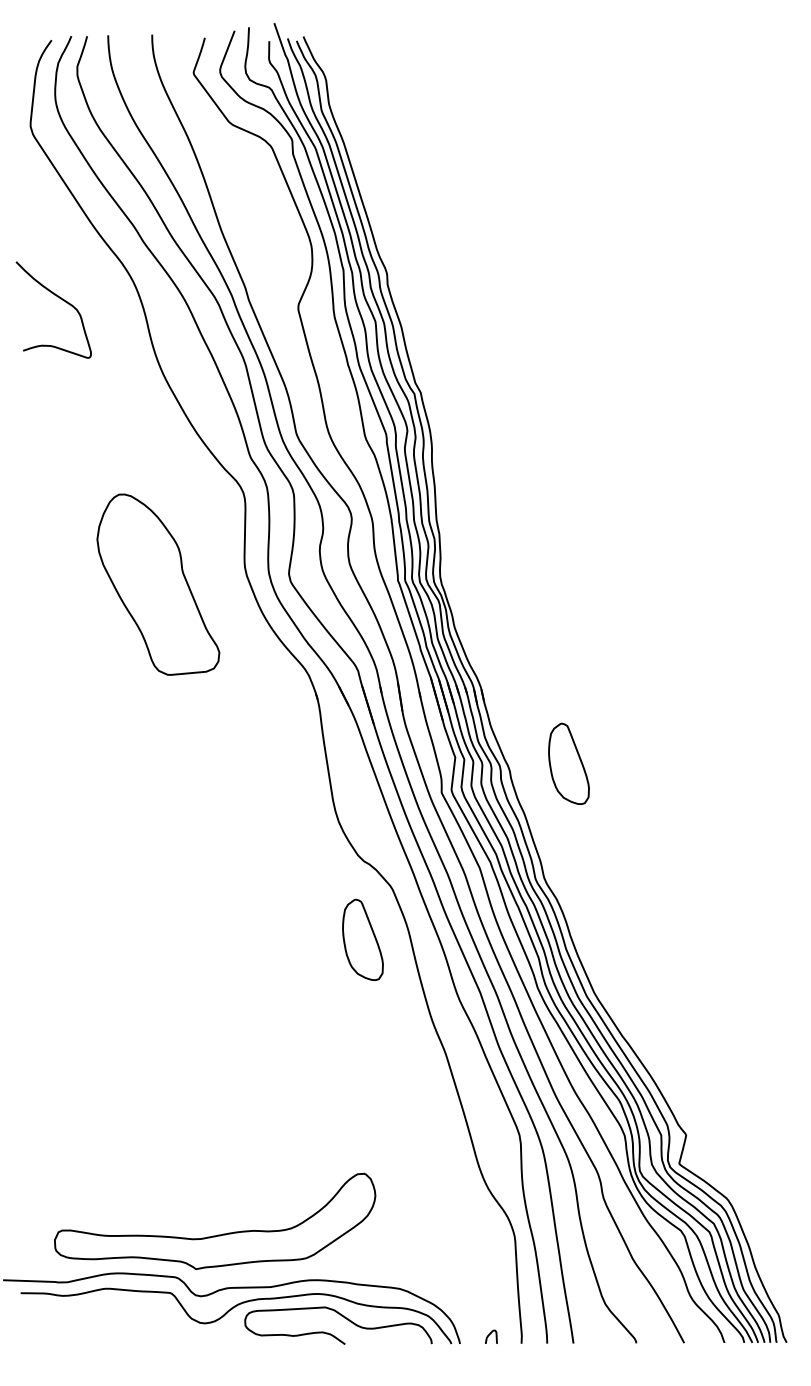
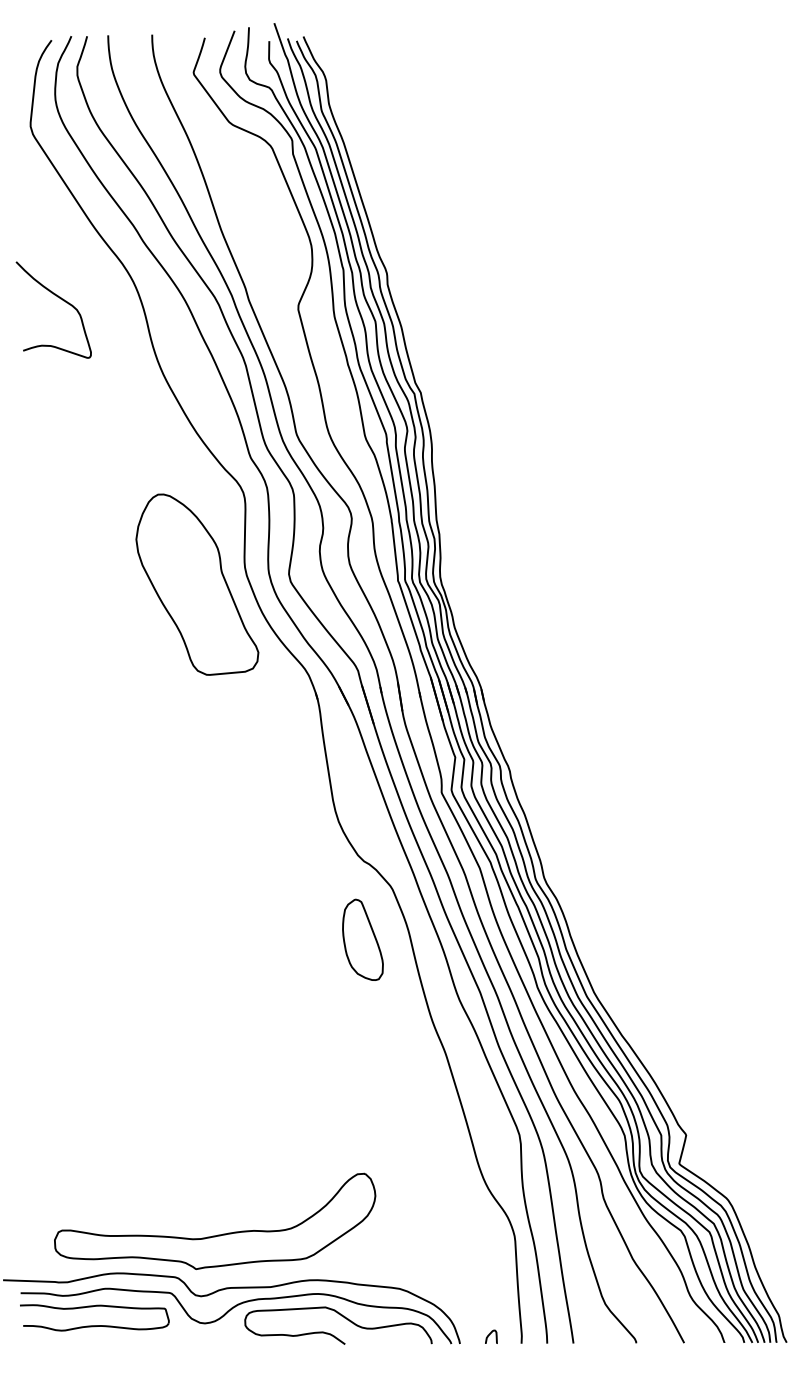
part at (158, 584) position: (158, 584) -> (197, 584)
part at (568, 763): present -> none
part at (94, 1325): none -> present
